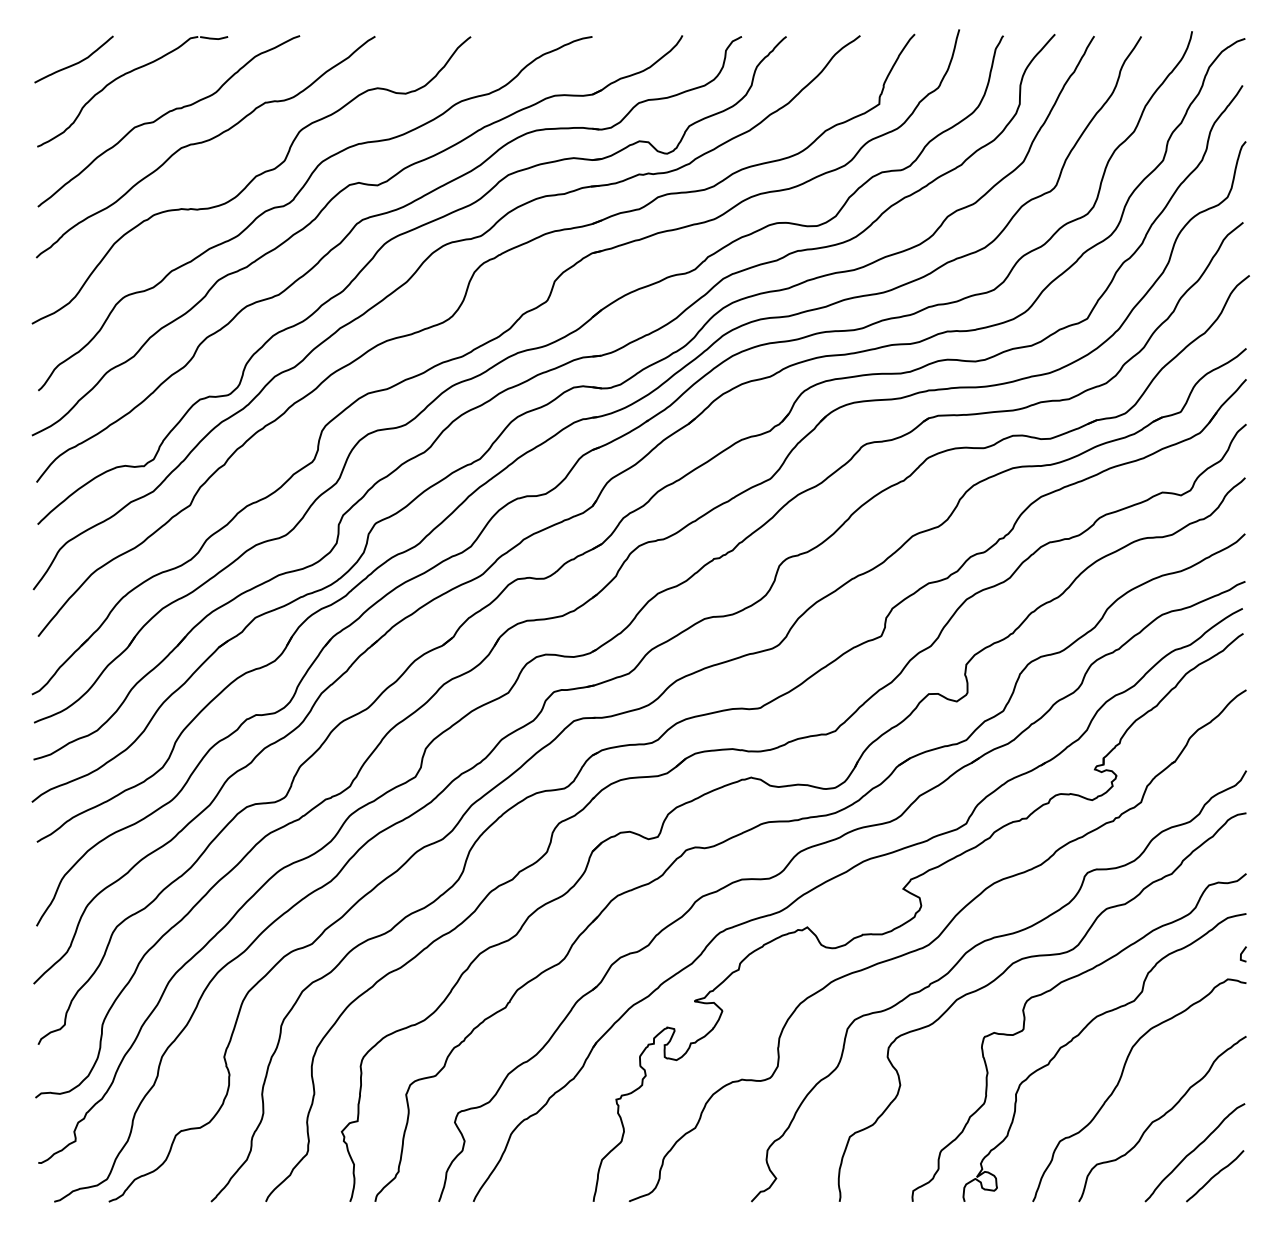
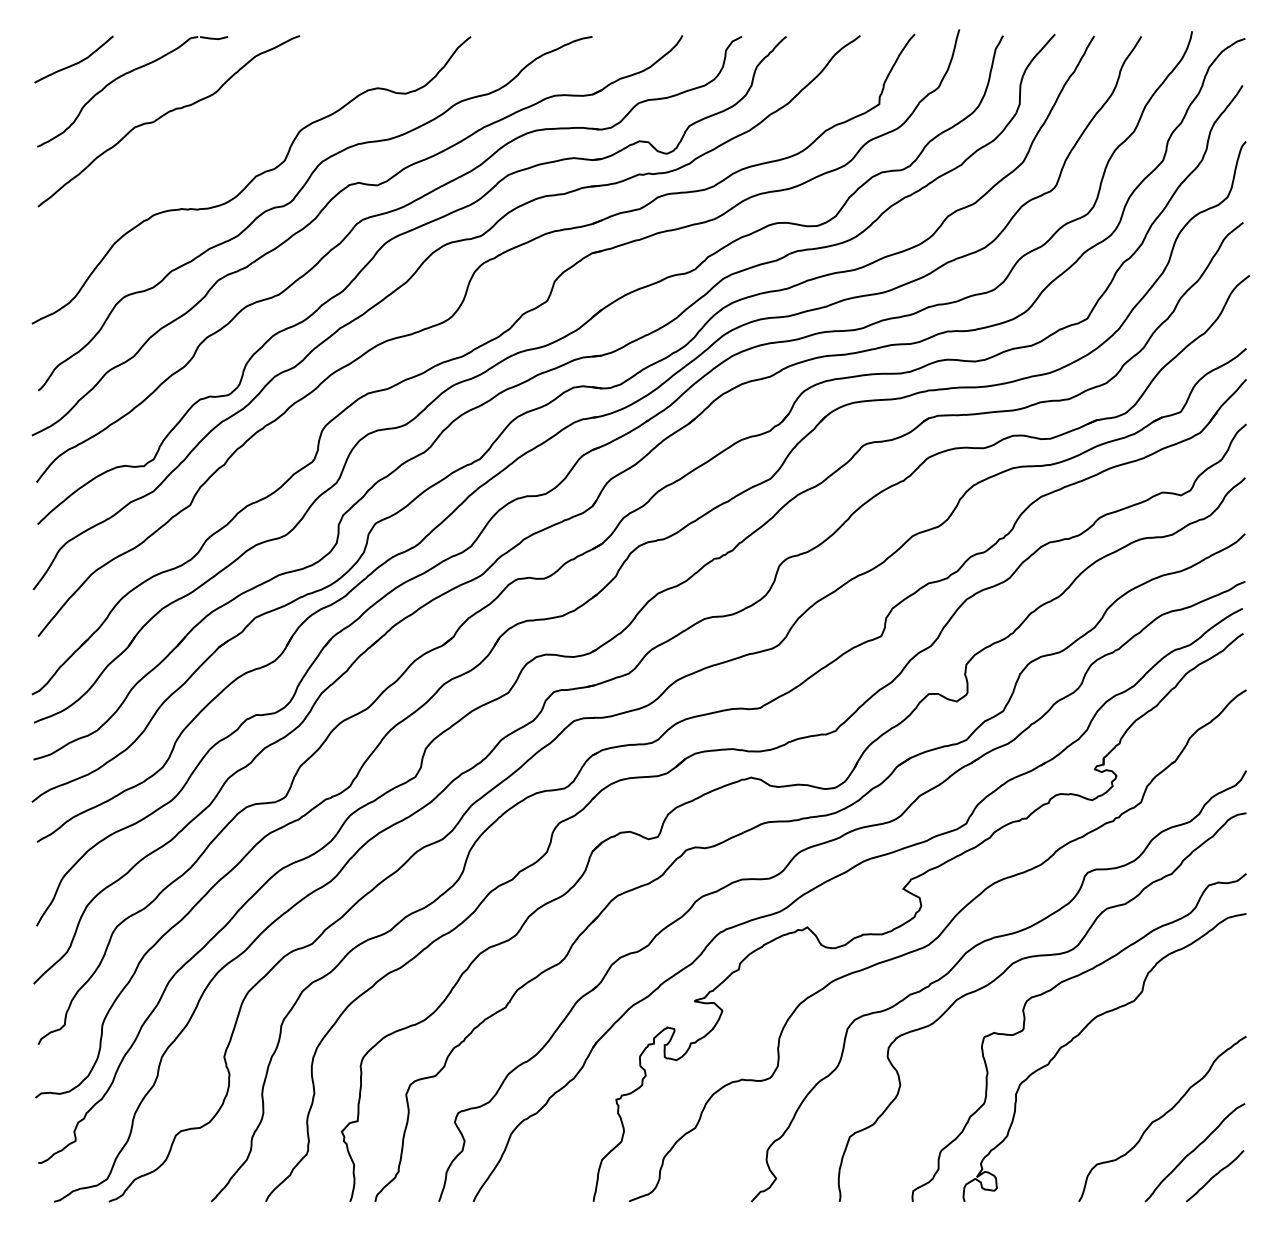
curve at (205, 142): present -> none
line at (1242, 953): present -> none
curve at (1120, 1081): present -> none
